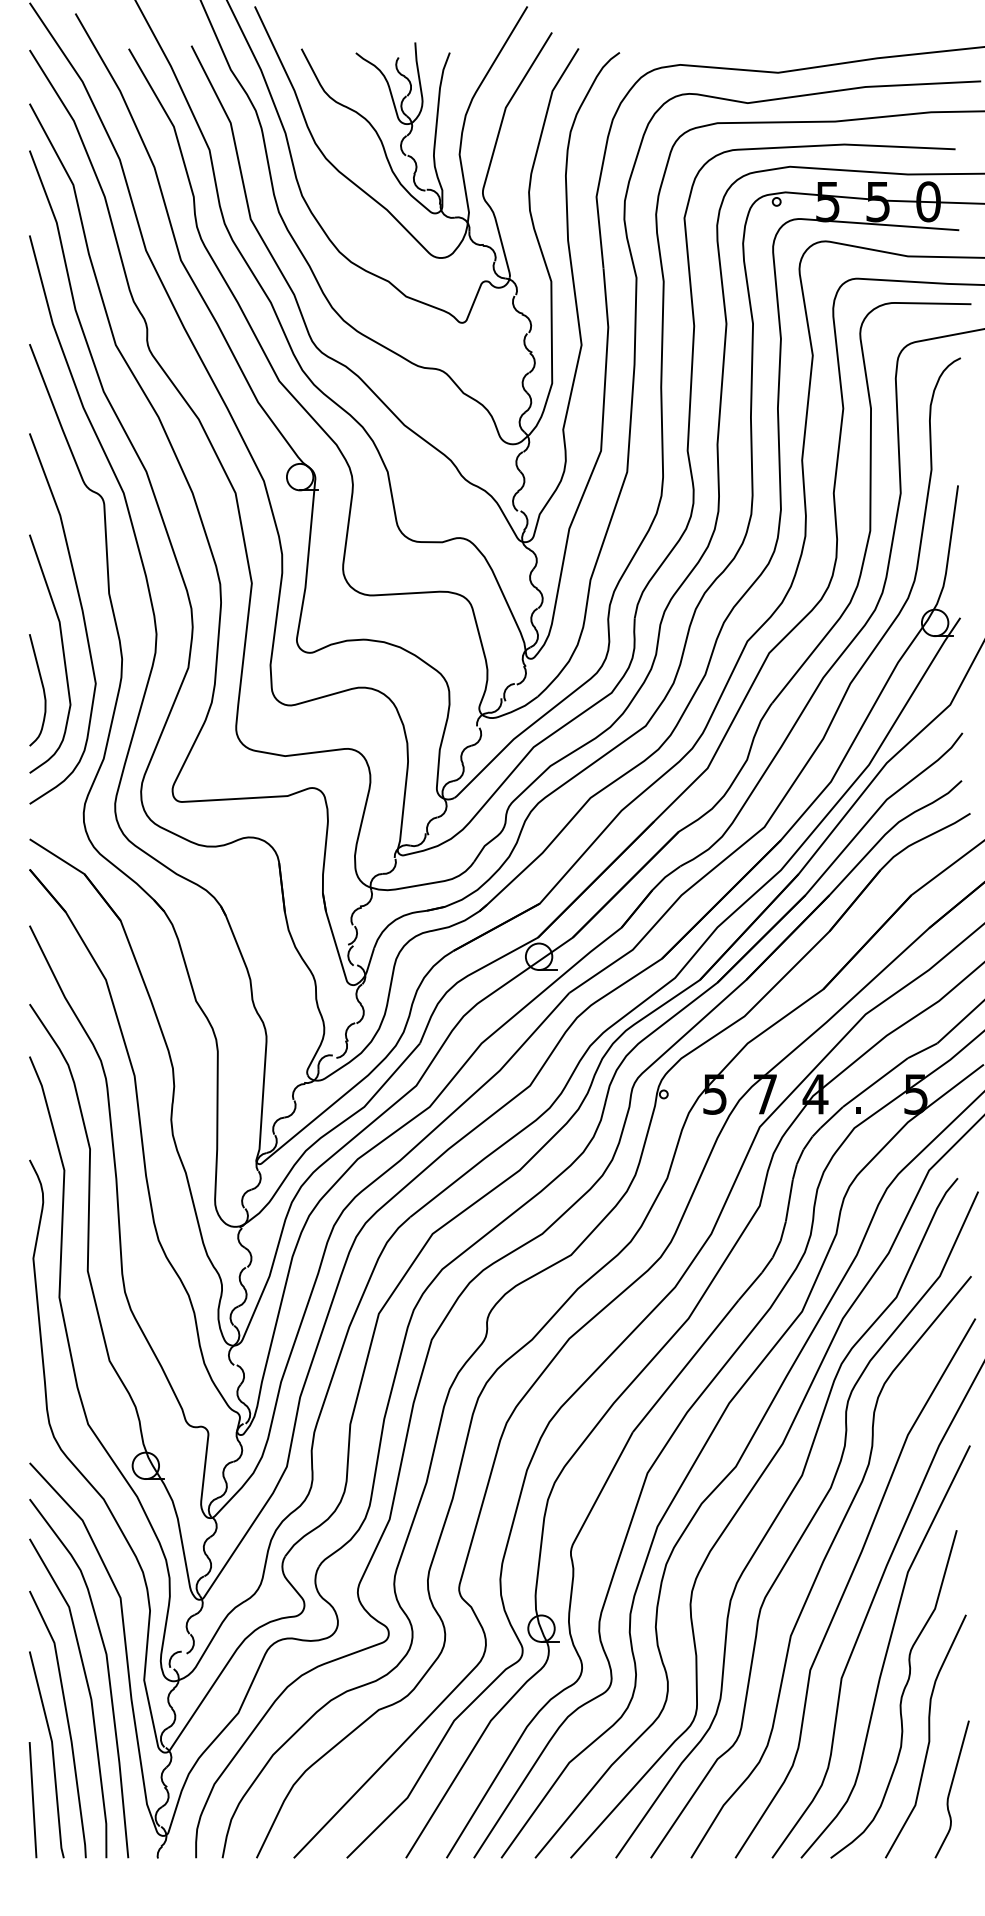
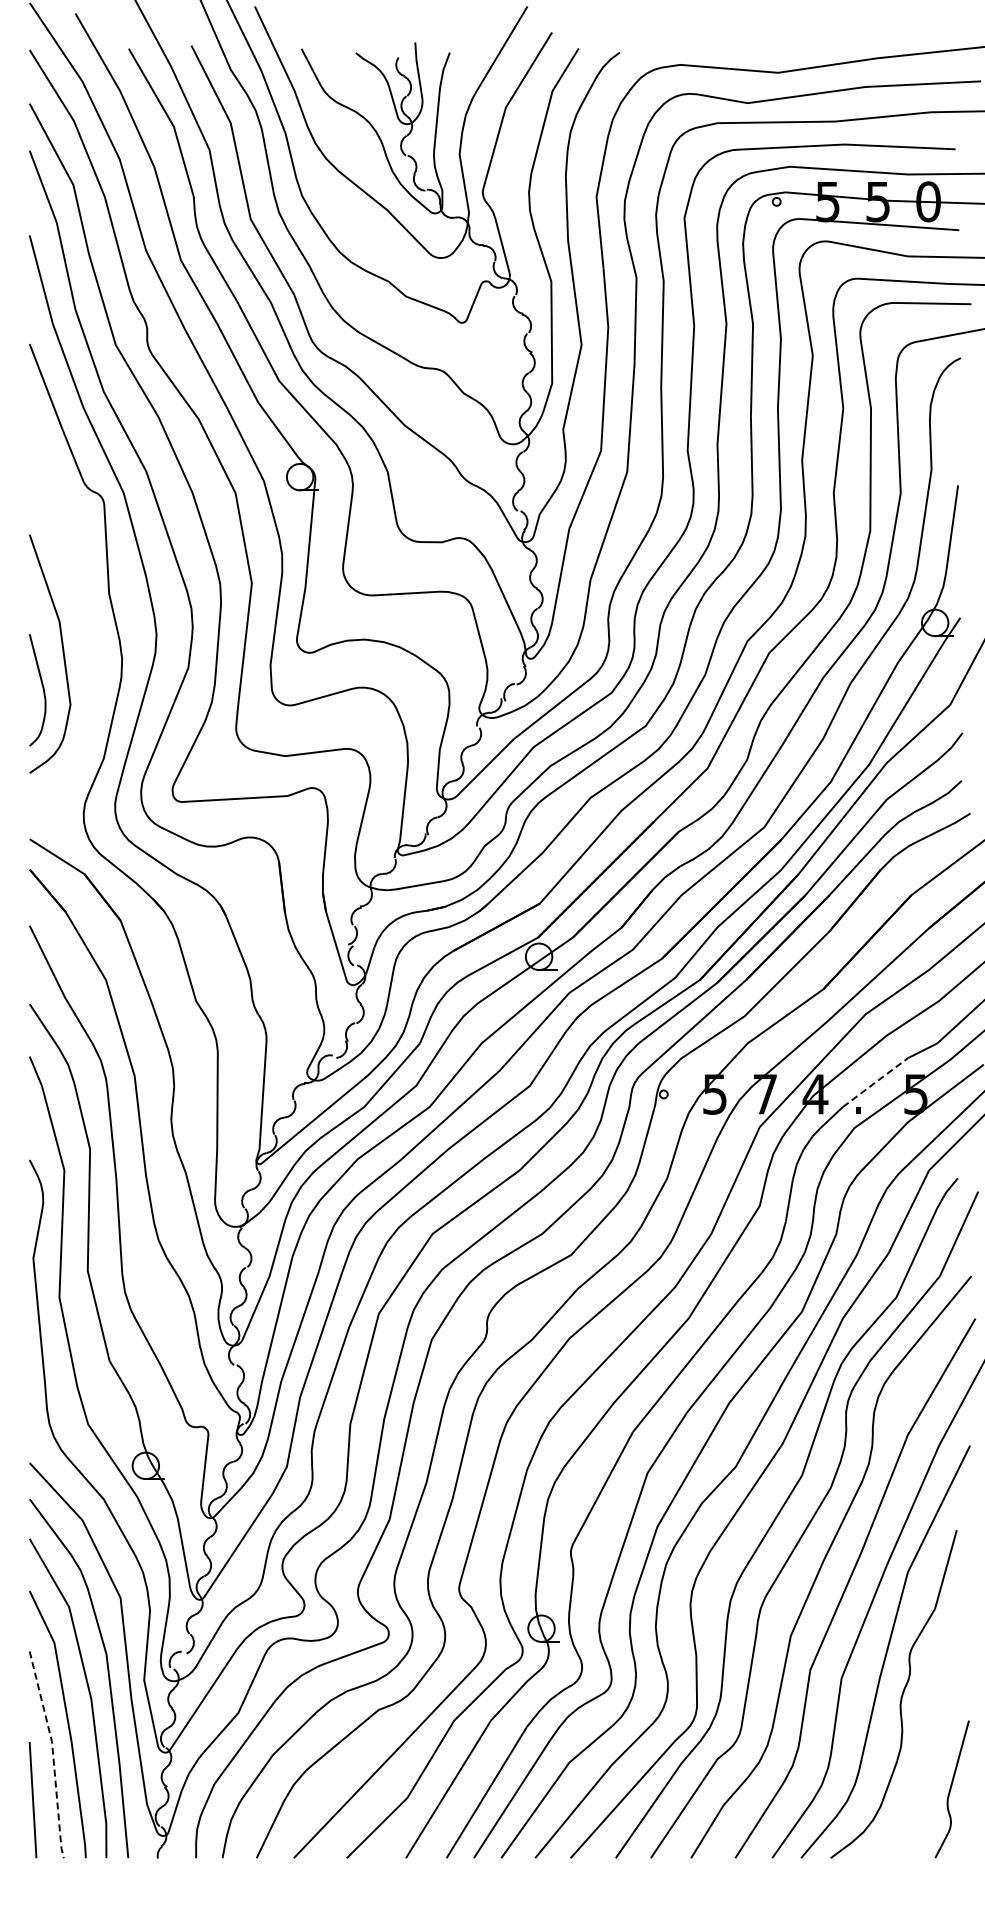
curve at (82, 617): present -> none
line at (875, 1082): solid -> dashed
curve at (928, 1736): present -> none
line at (53, 1753): solid -> dashed
